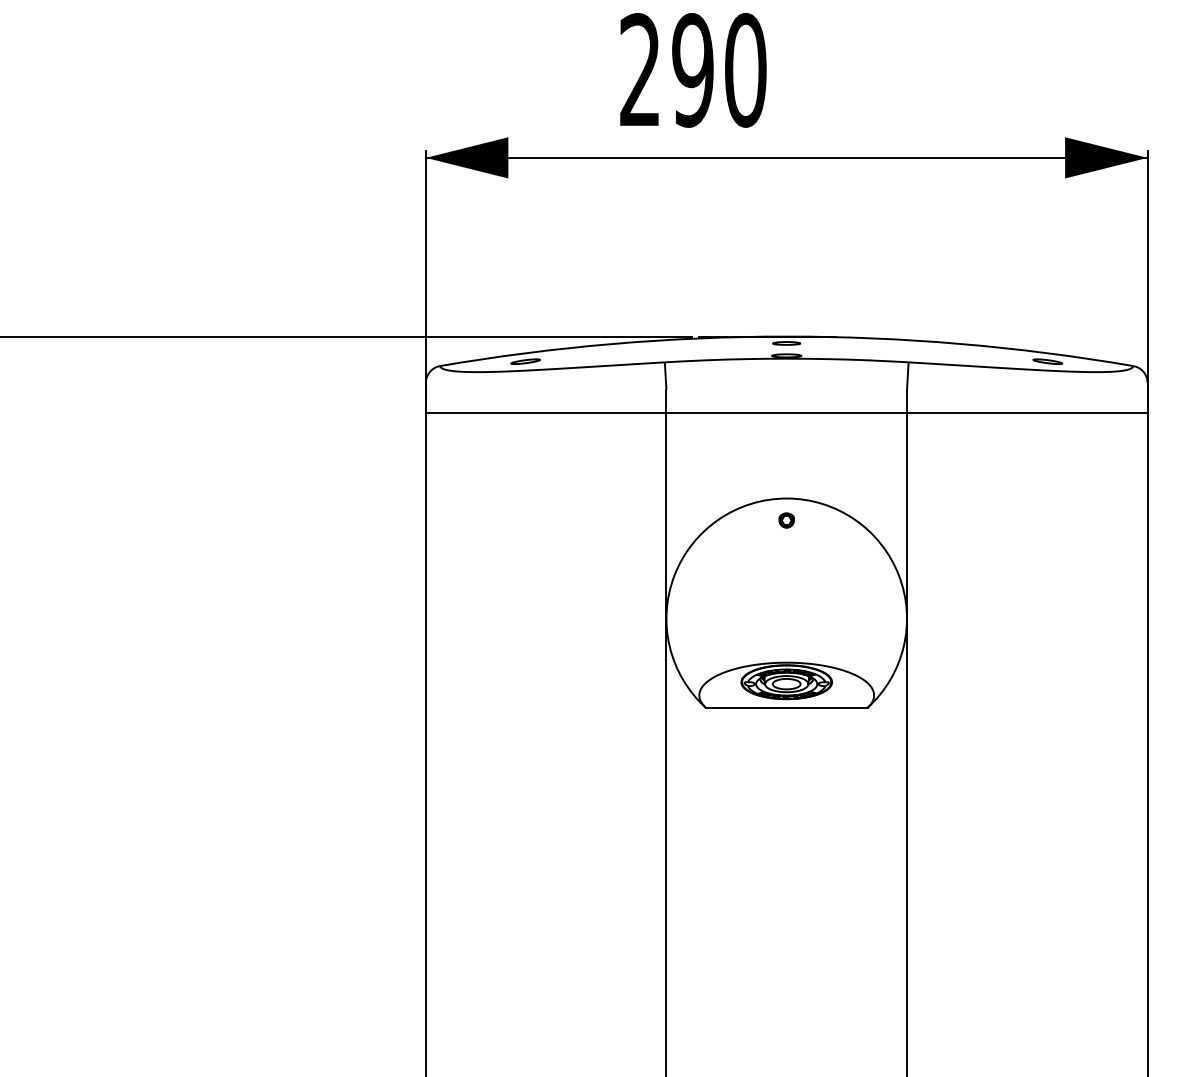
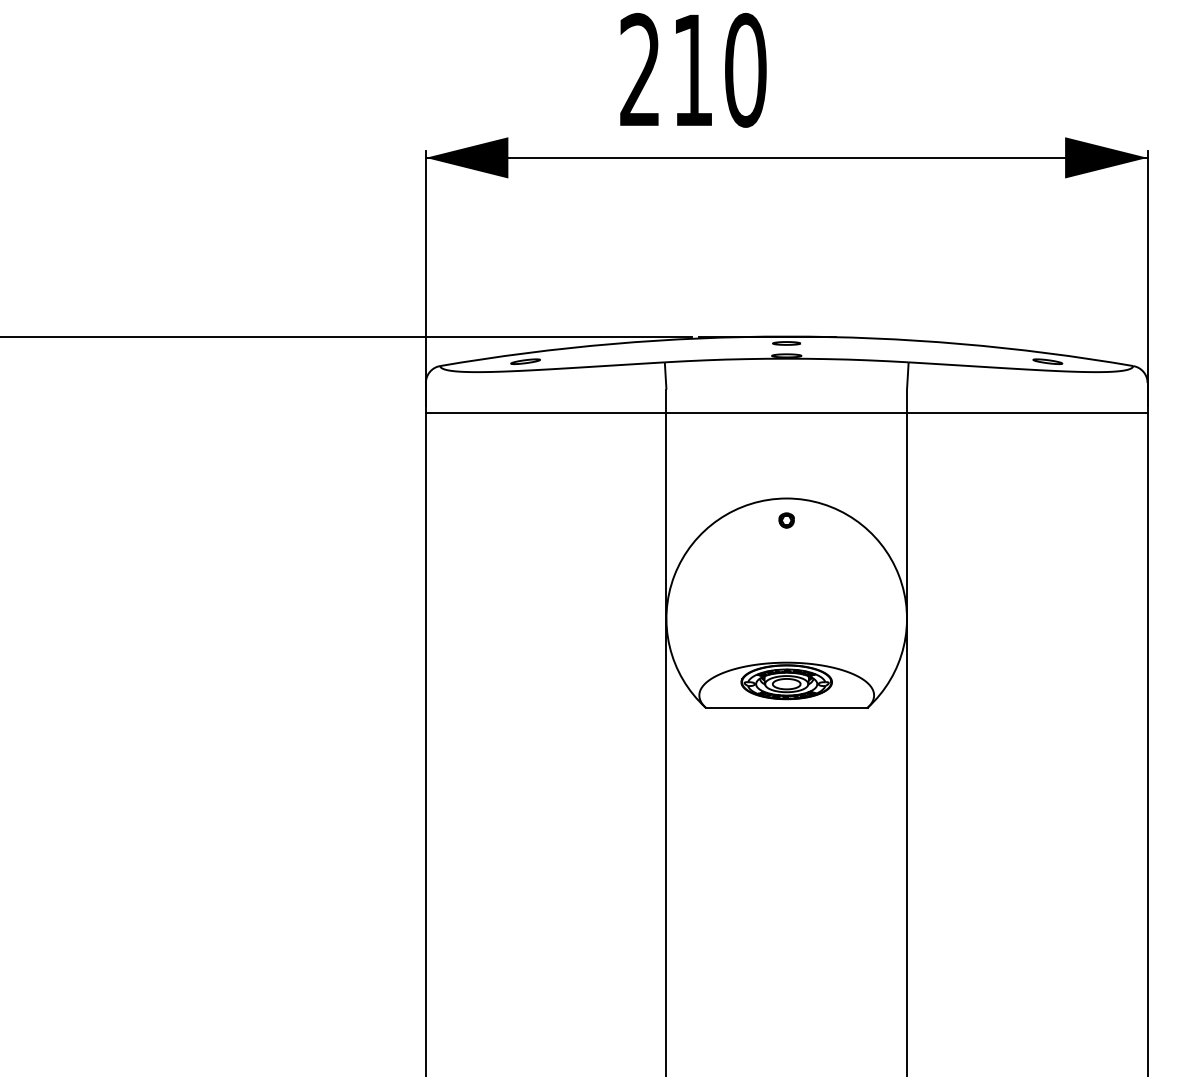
text at (692, 69): 290 -> 210
